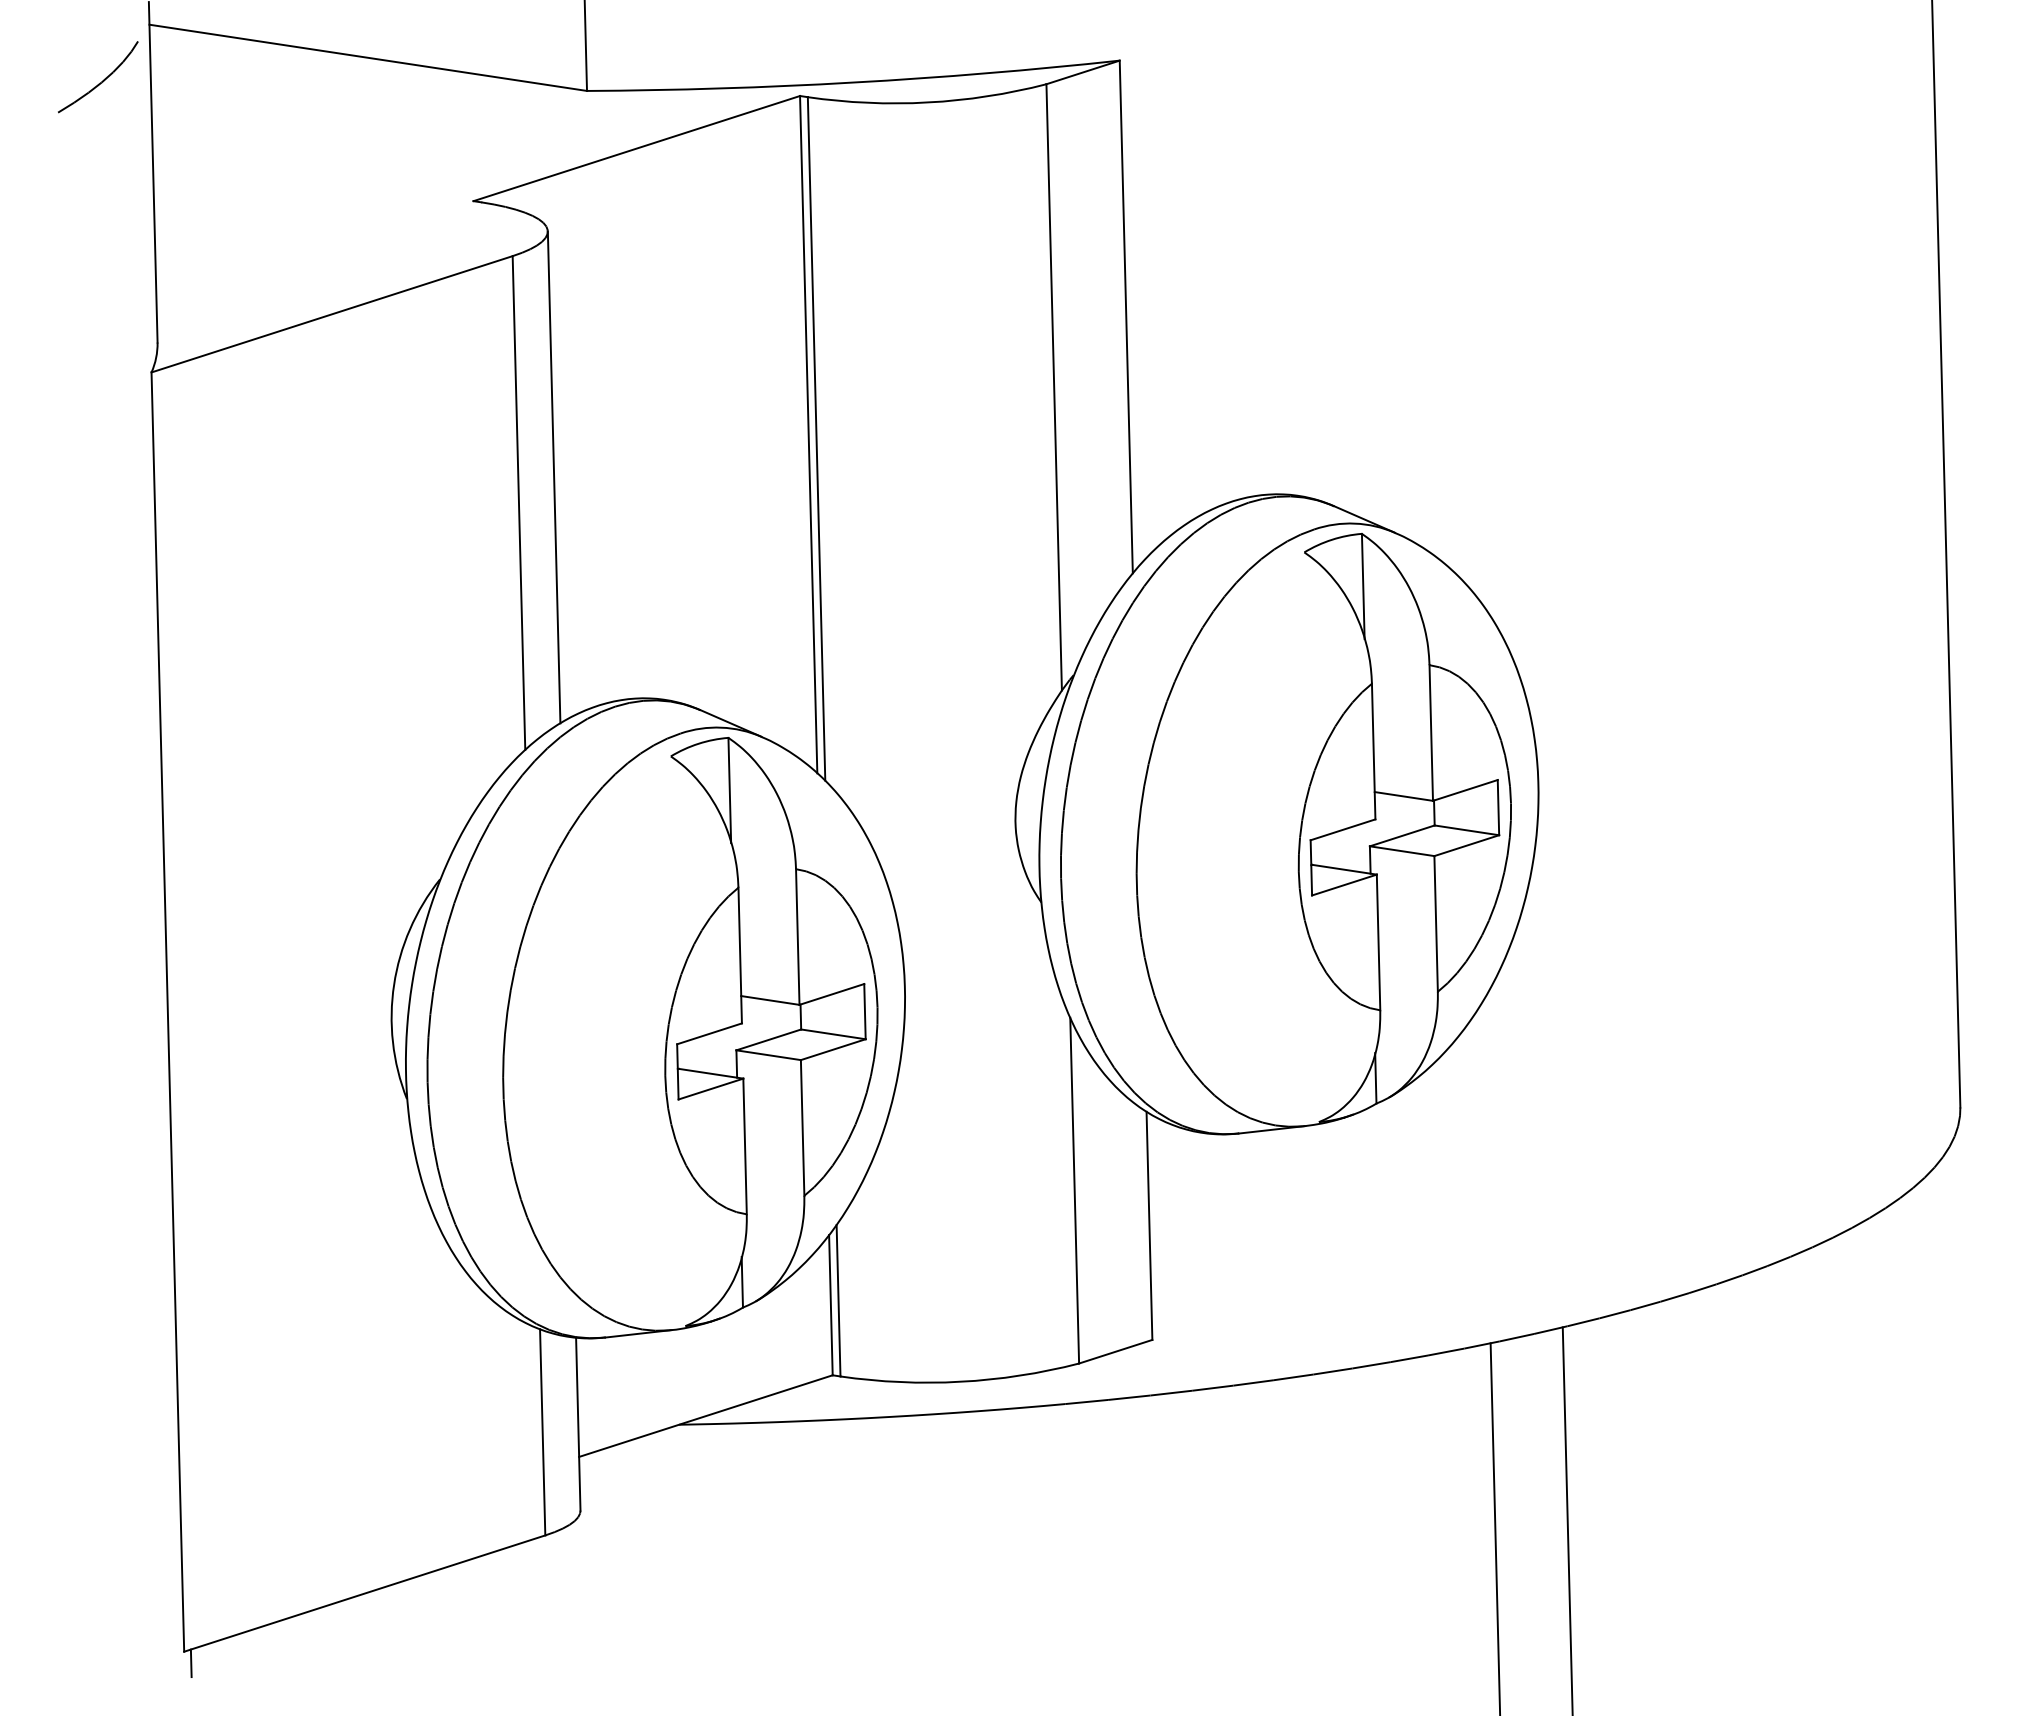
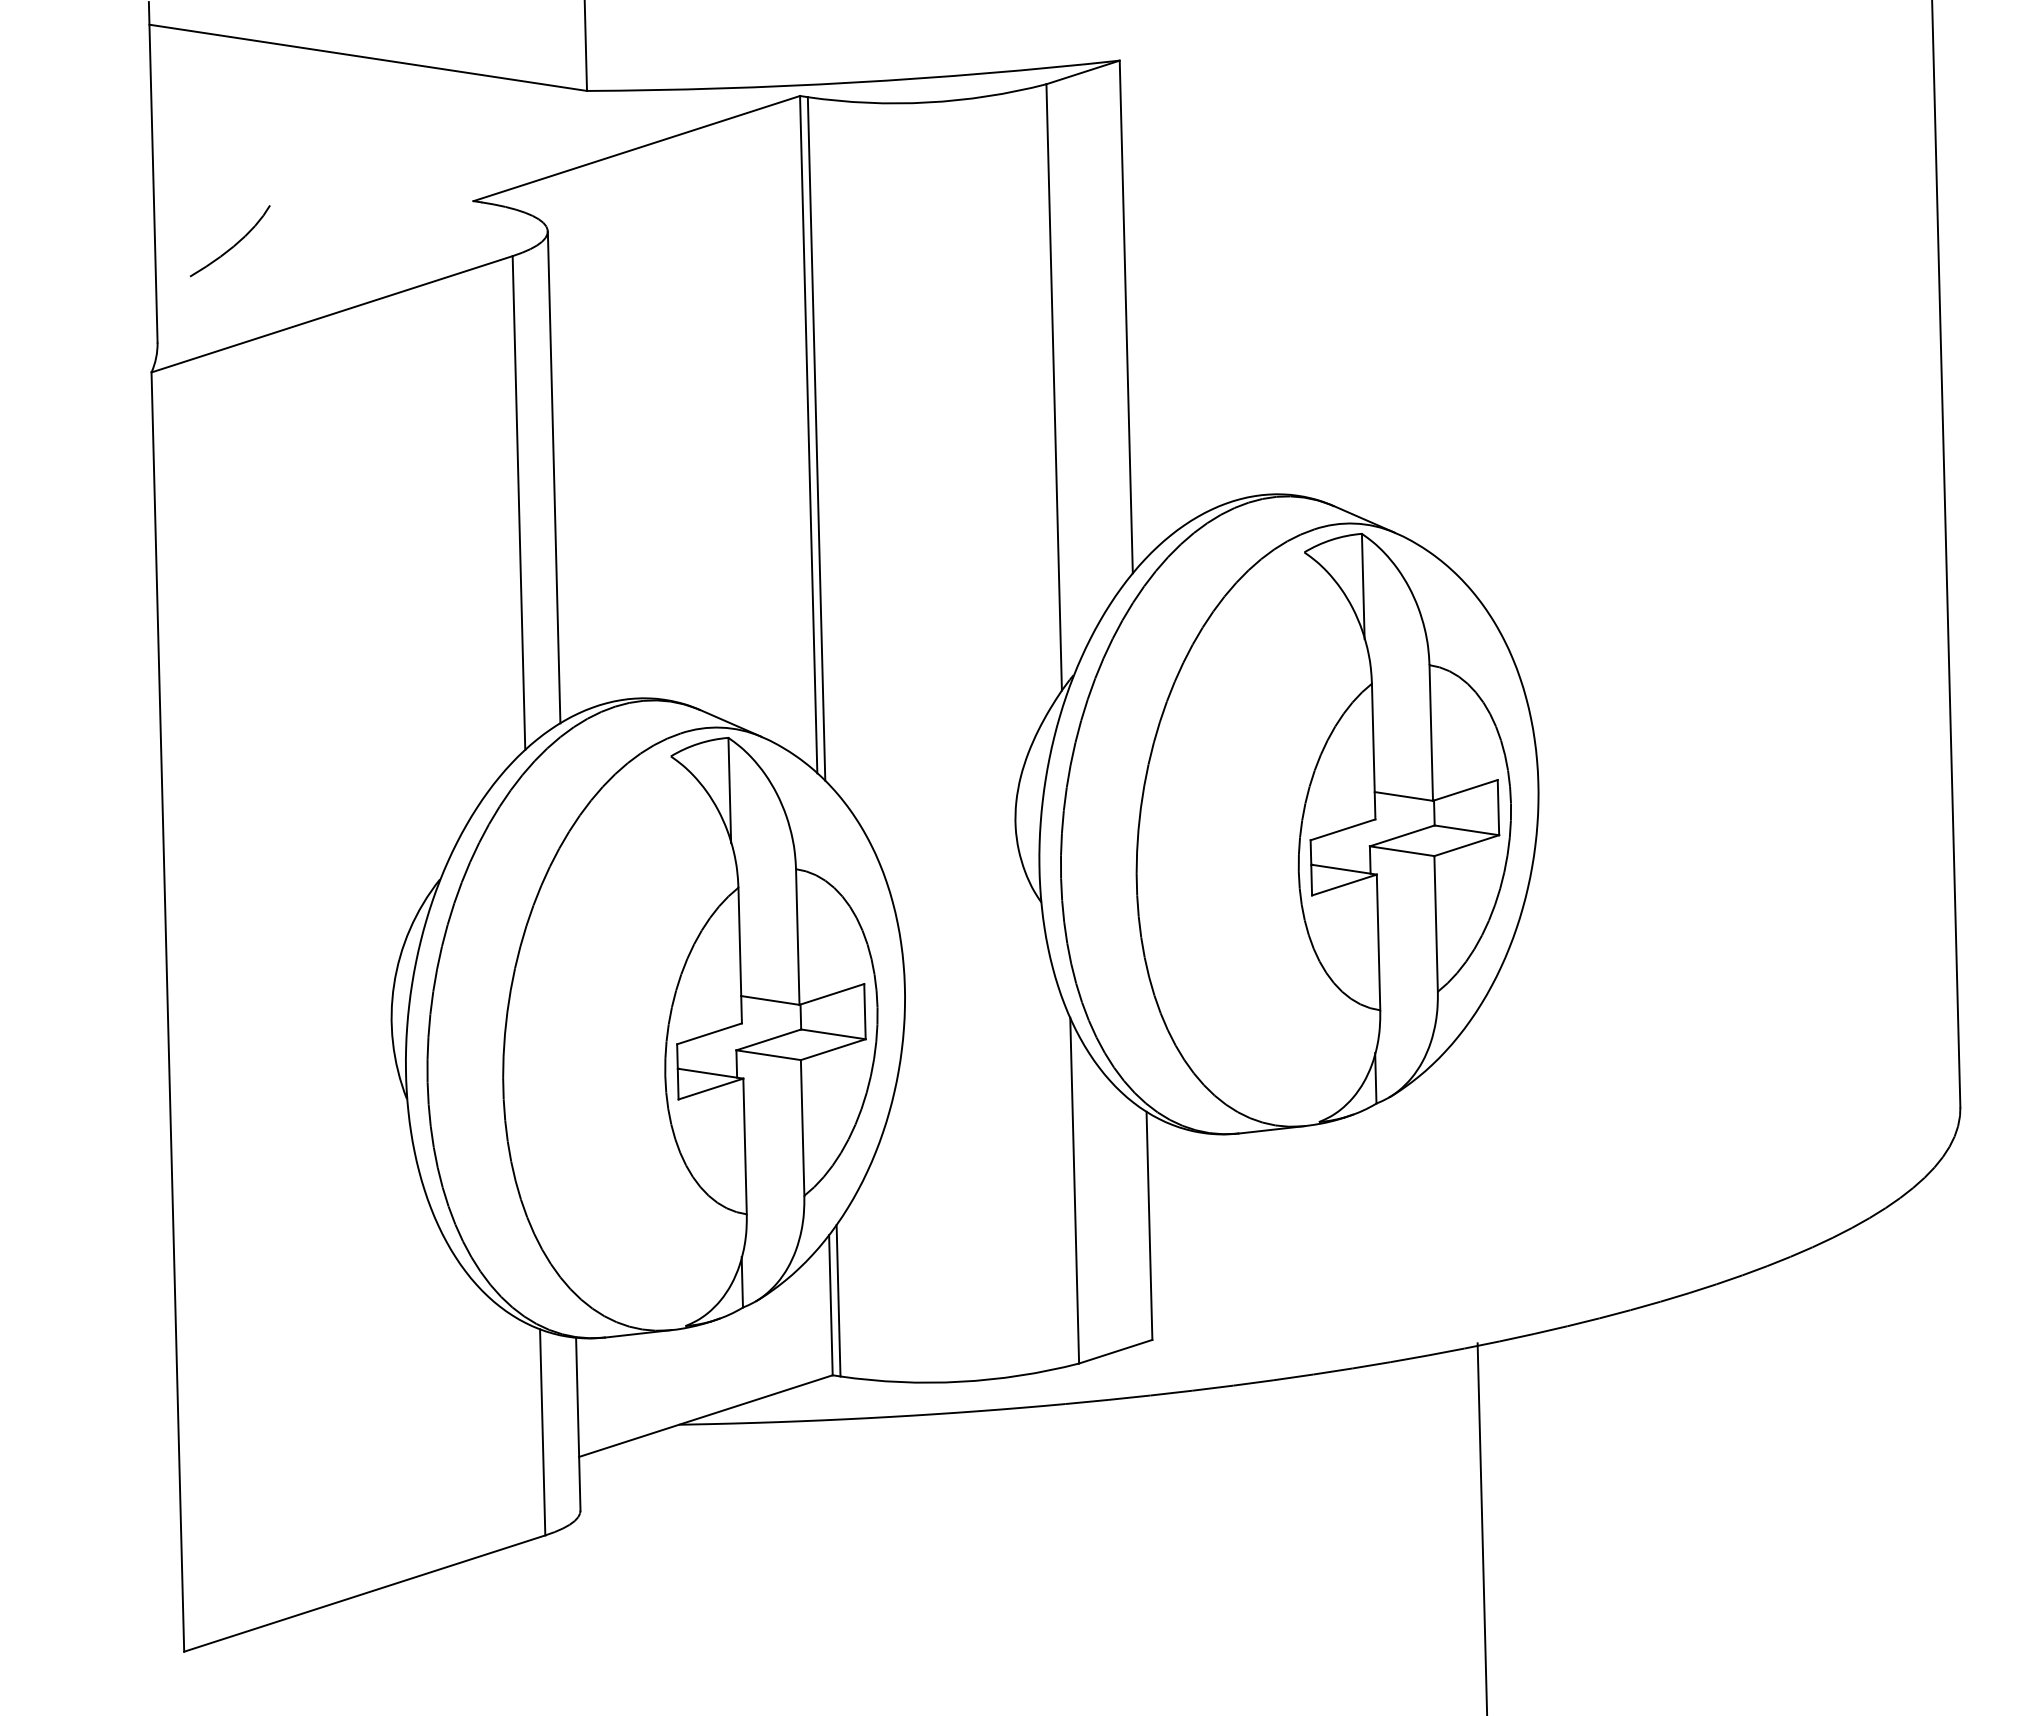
part at (98, 77) position: (98, 77) -> (230, 241)
line at (1567, 1519): present -> none
line at (1495, 1527) position: (1495, 1527) -> (1482, 1527)
line at (190, 1663): present -> none
